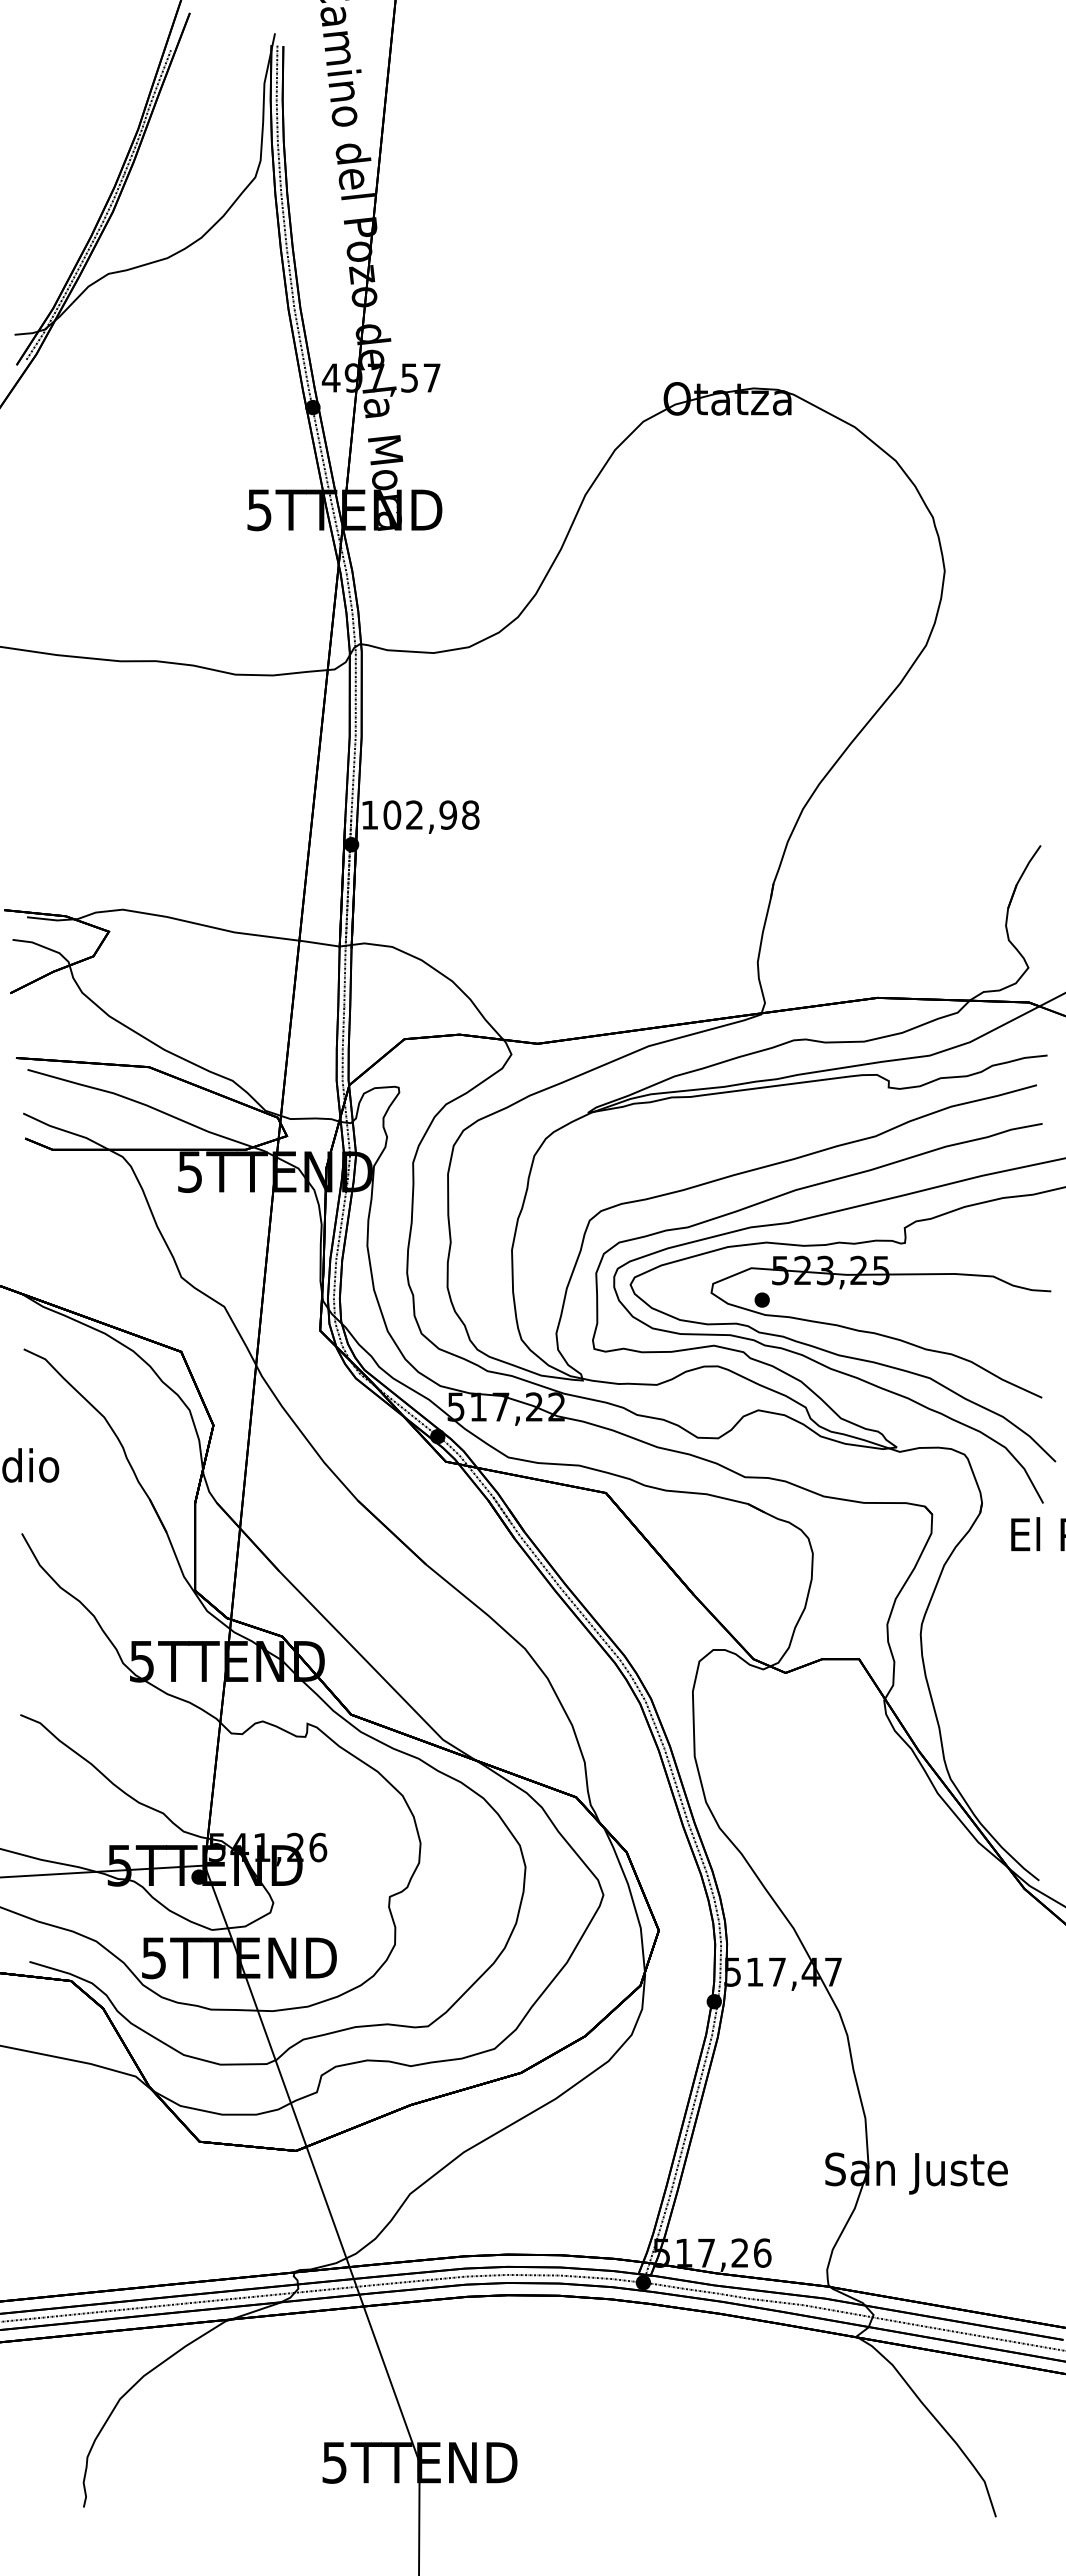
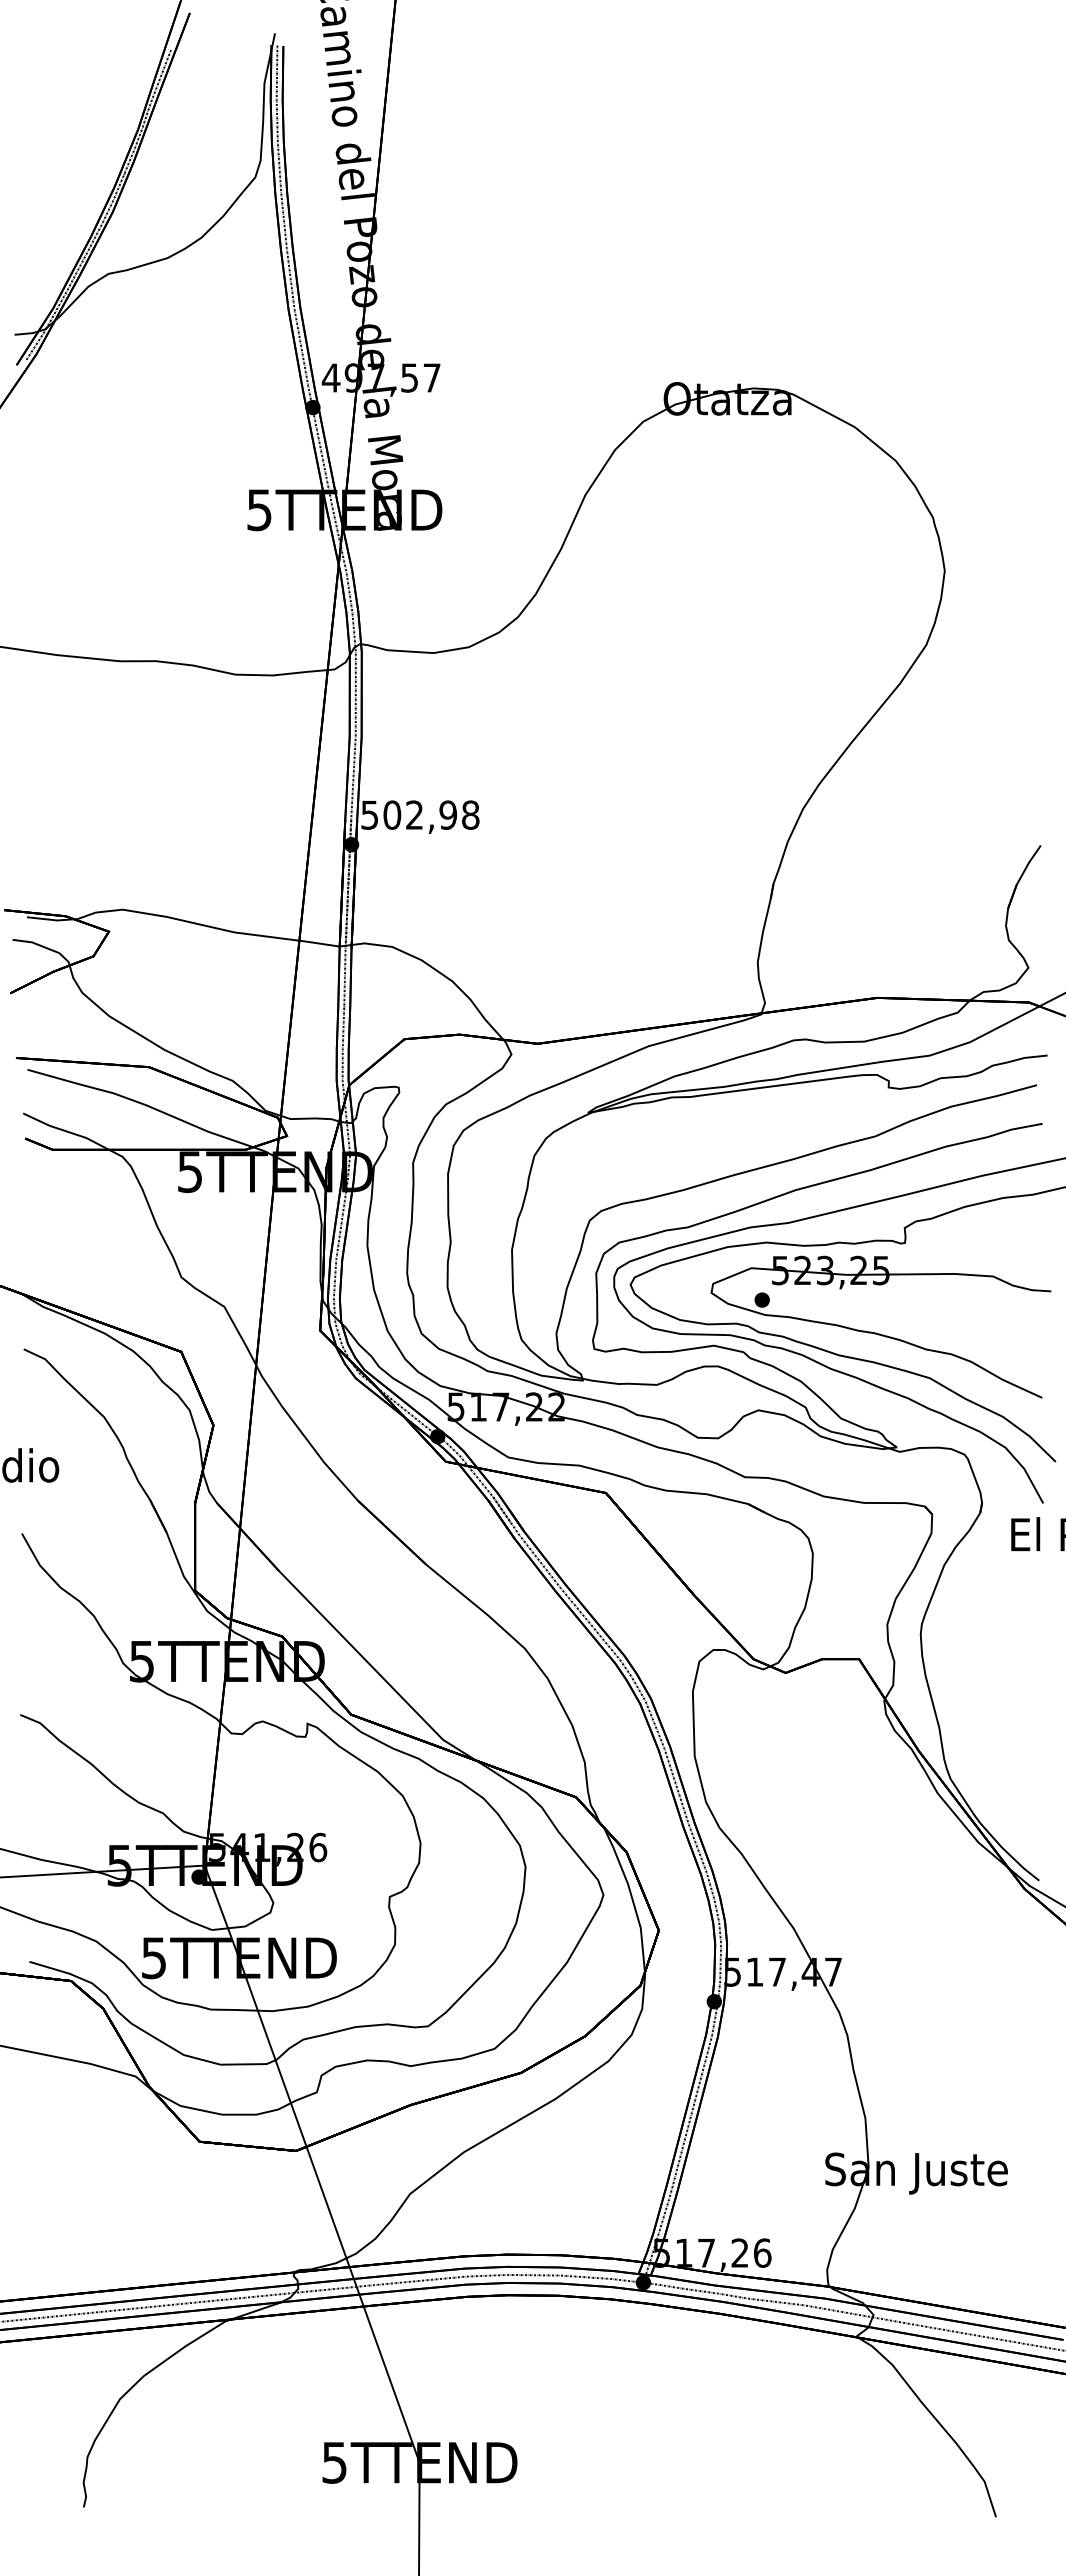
text at (369, 814): 102,98 -> 502,98
